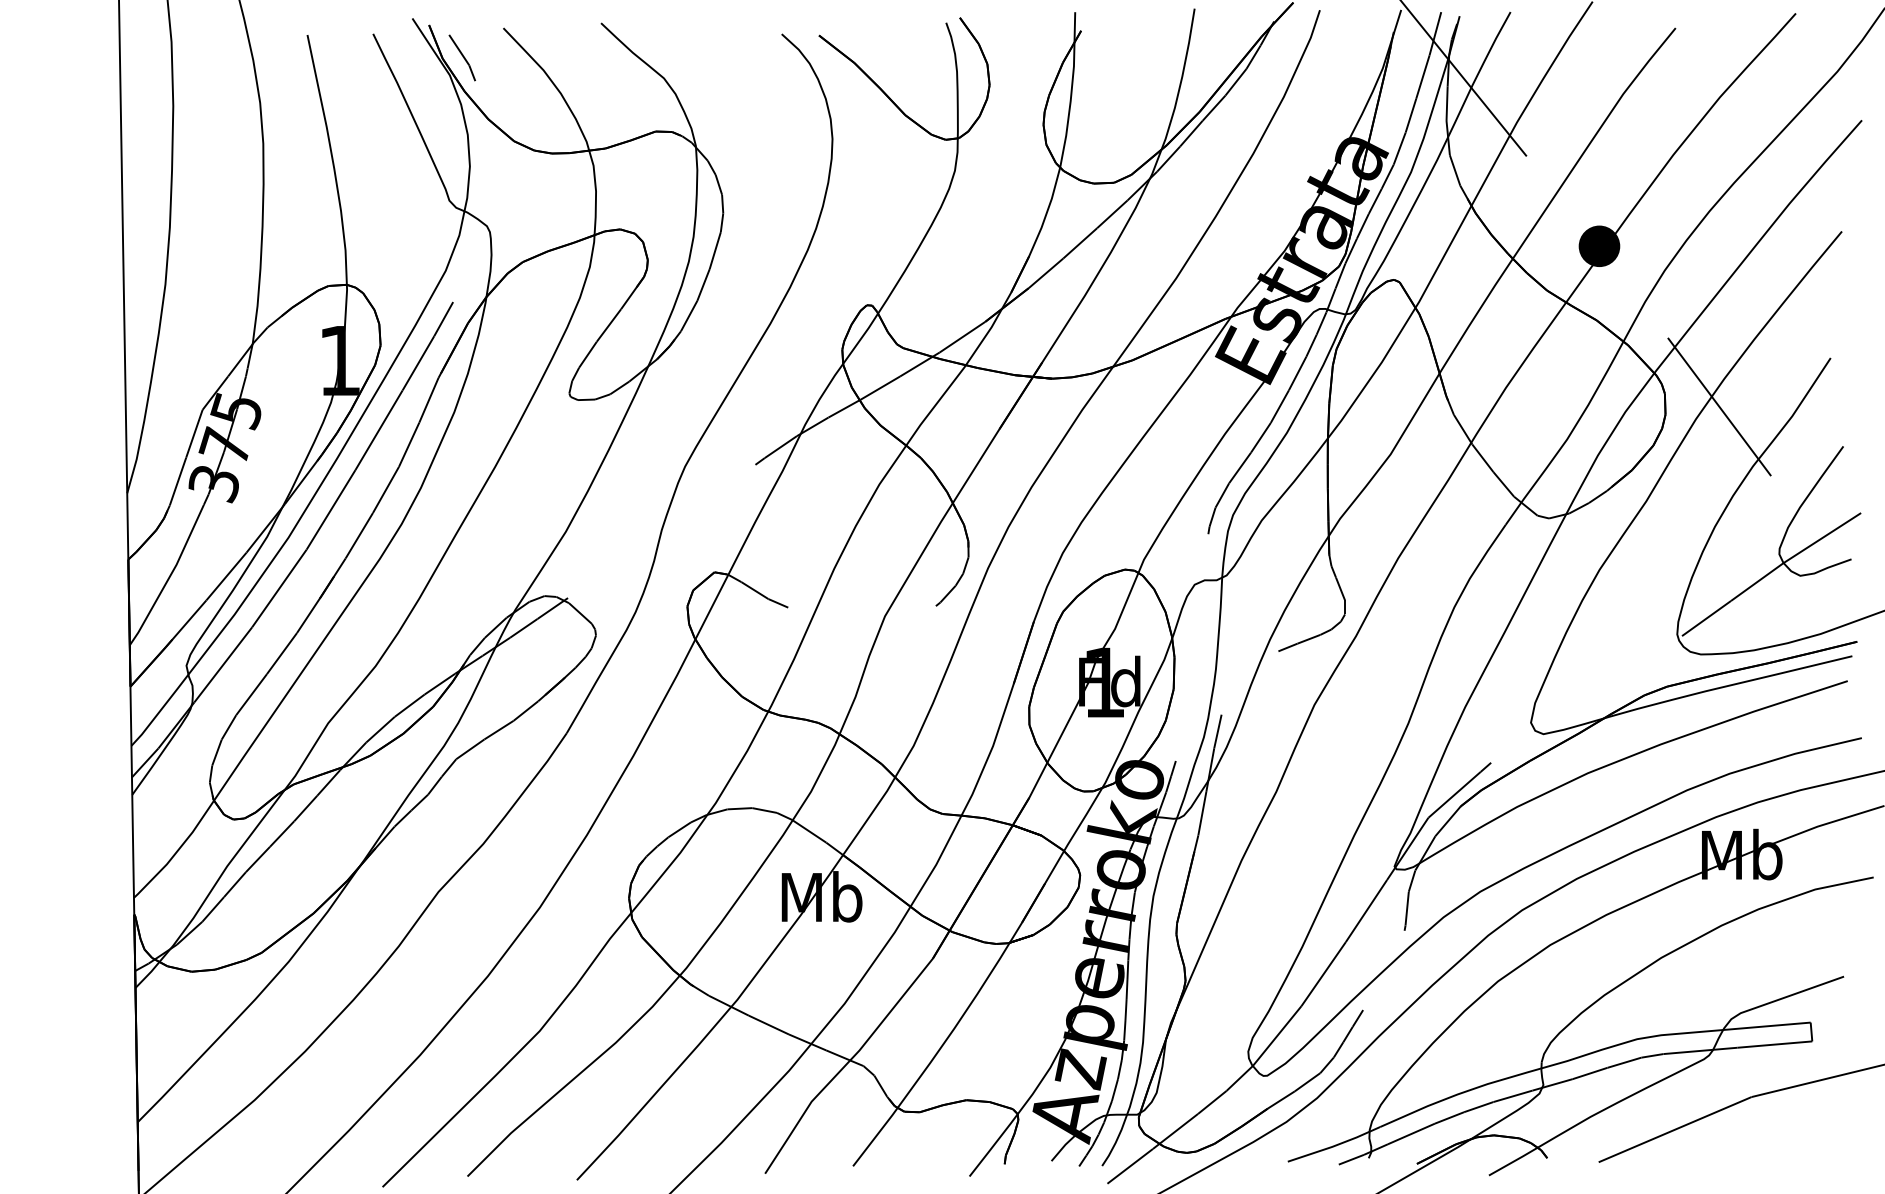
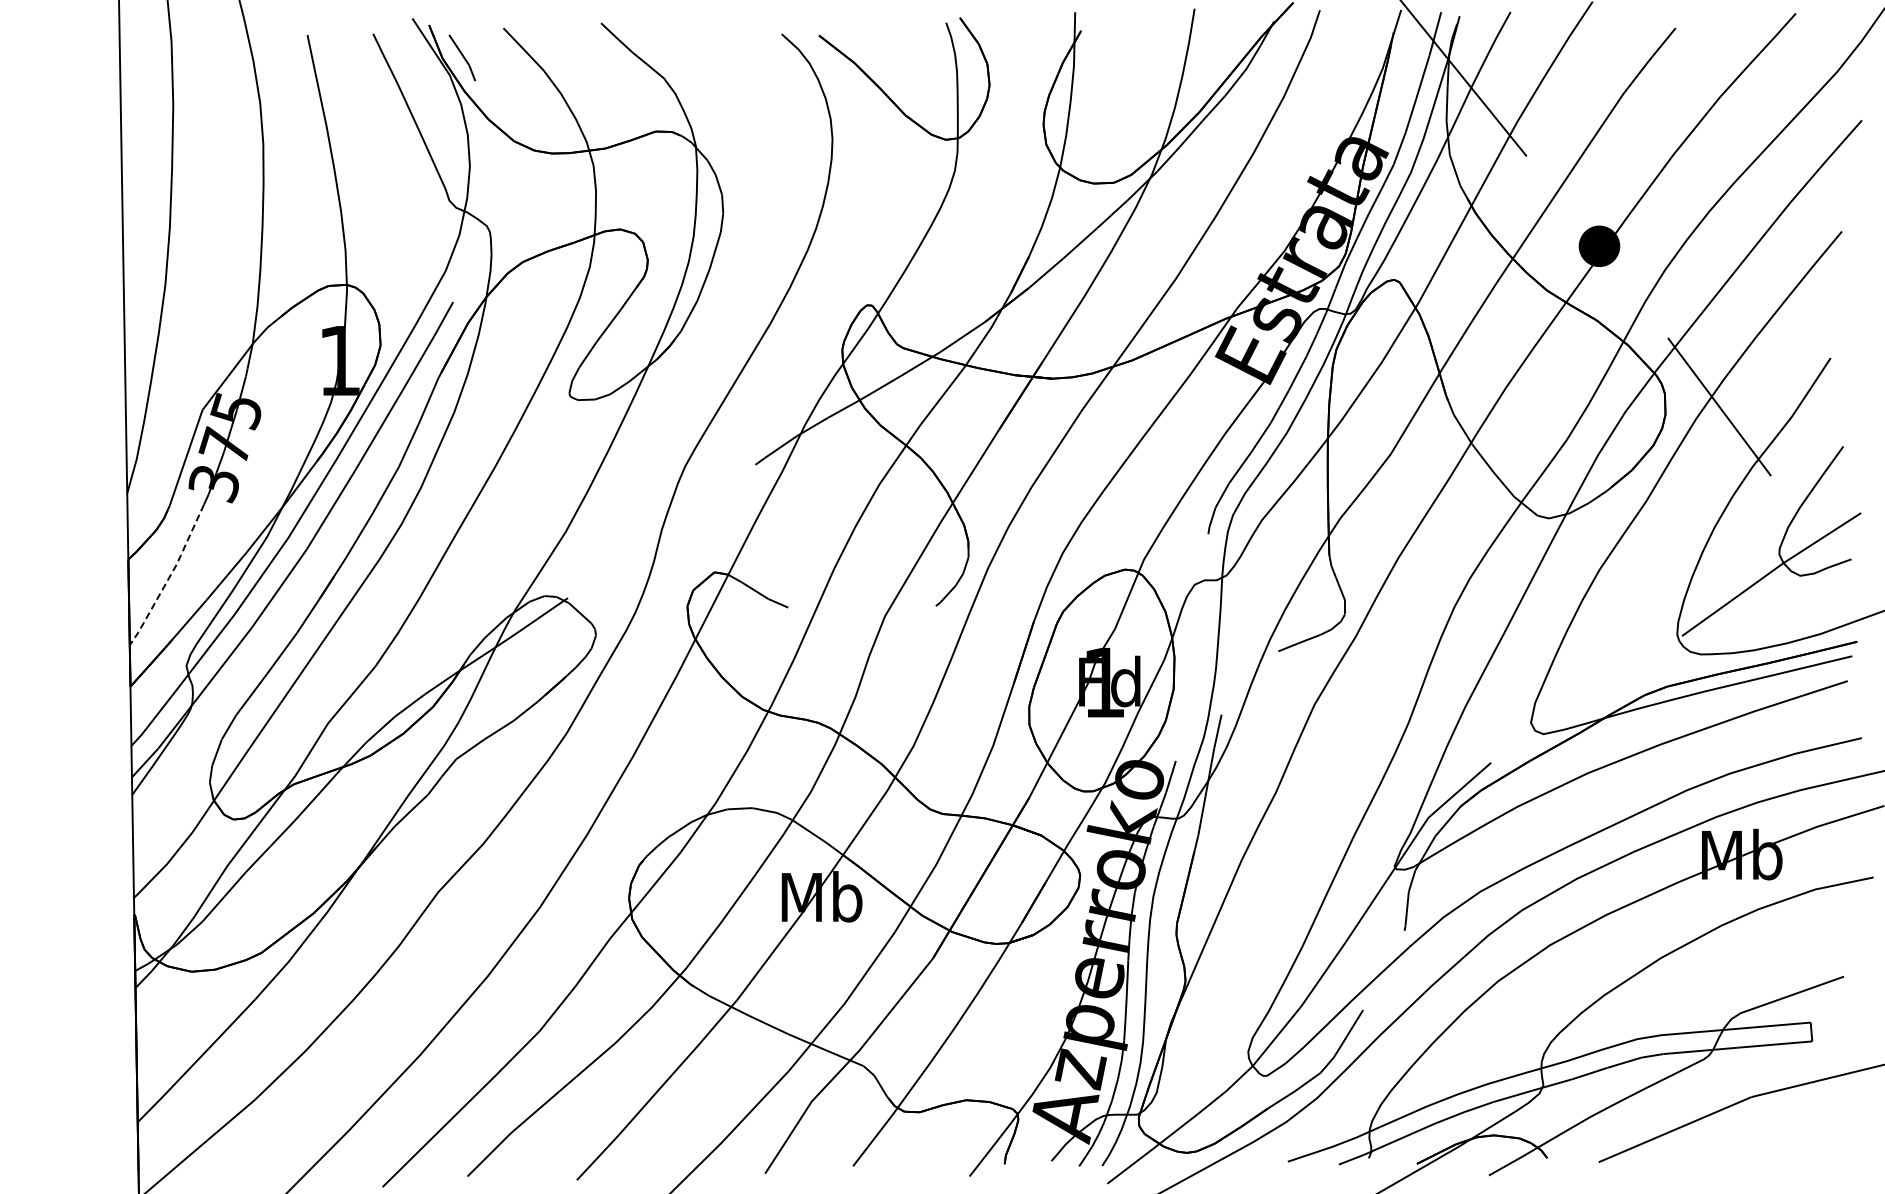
line at (169, 576): solid -> dashed
